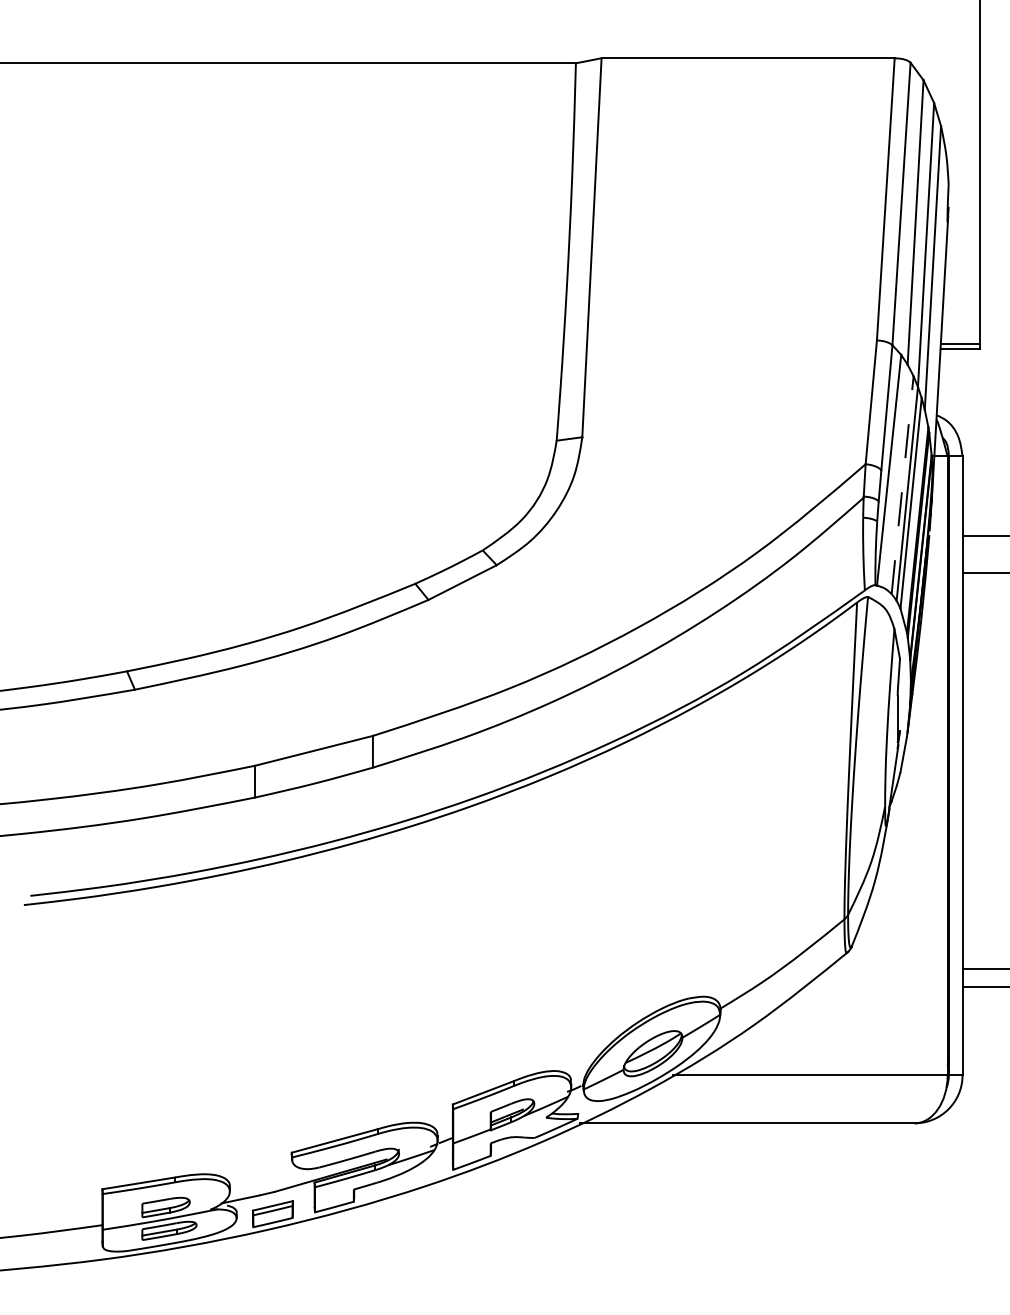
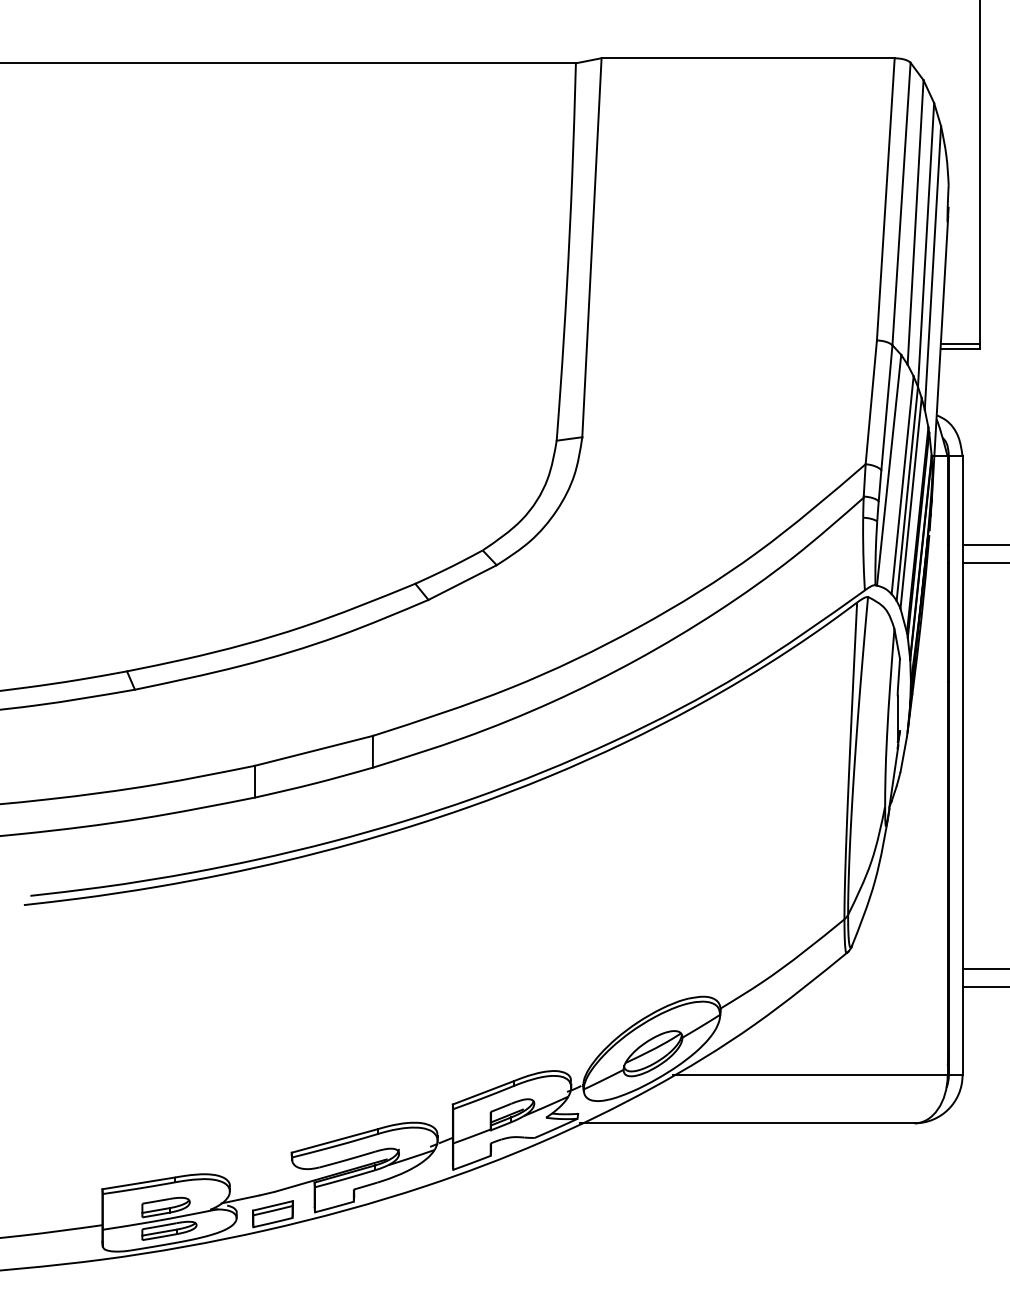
line at (902, 485): dashed -> solid
line at (984, 536) position: (984, 536) -> (984, 545)
line at (984, 572) position: (984, 572) -> (984, 562)
